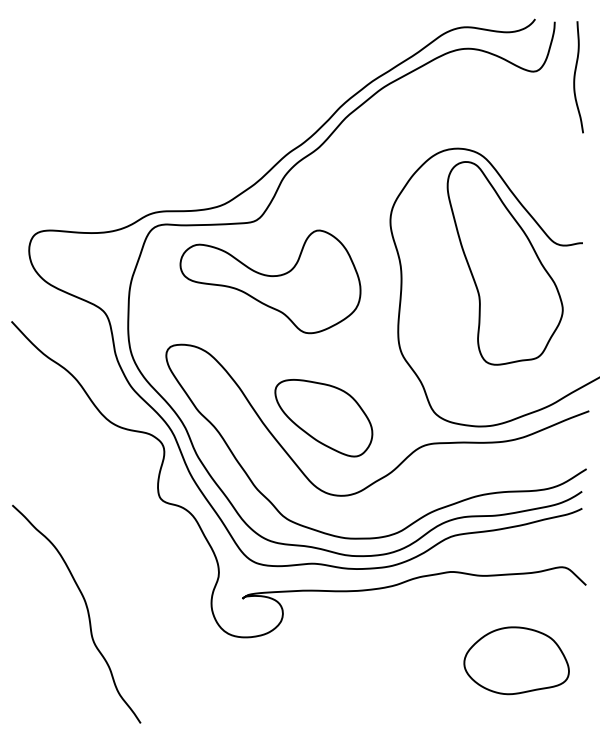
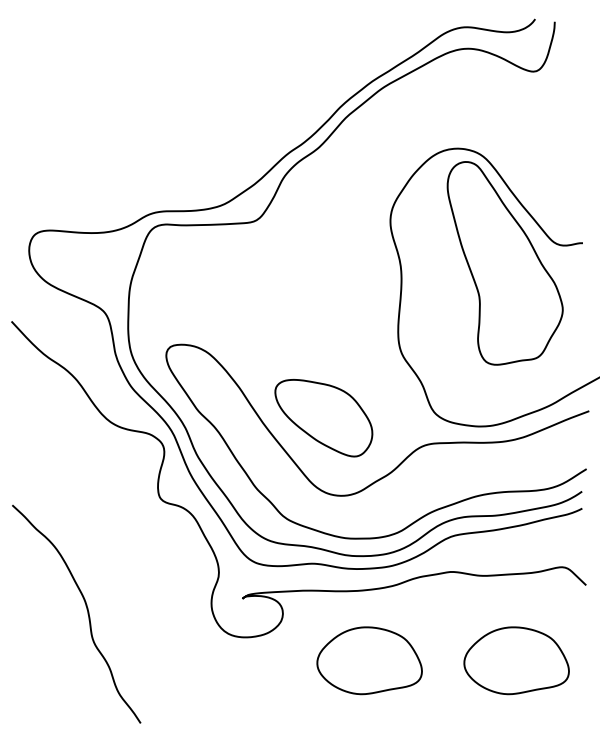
curve at (575, 77): present -> none
part at (270, 281): present -> none
part at (369, 660): none -> present
